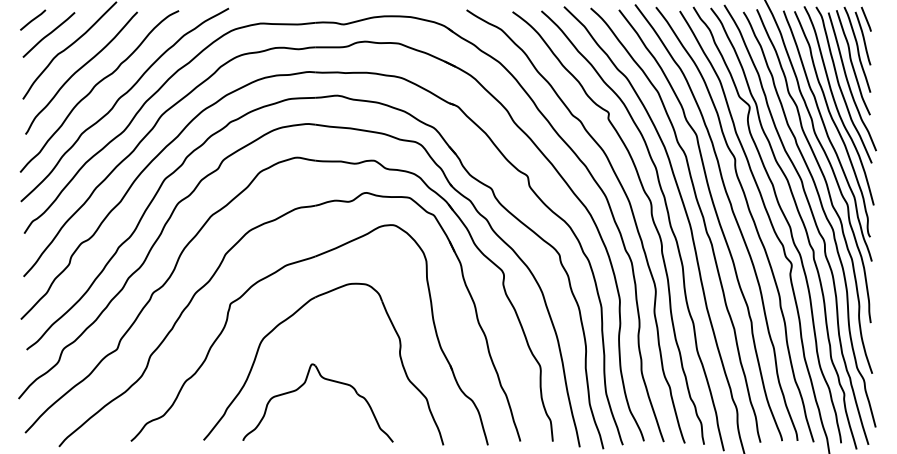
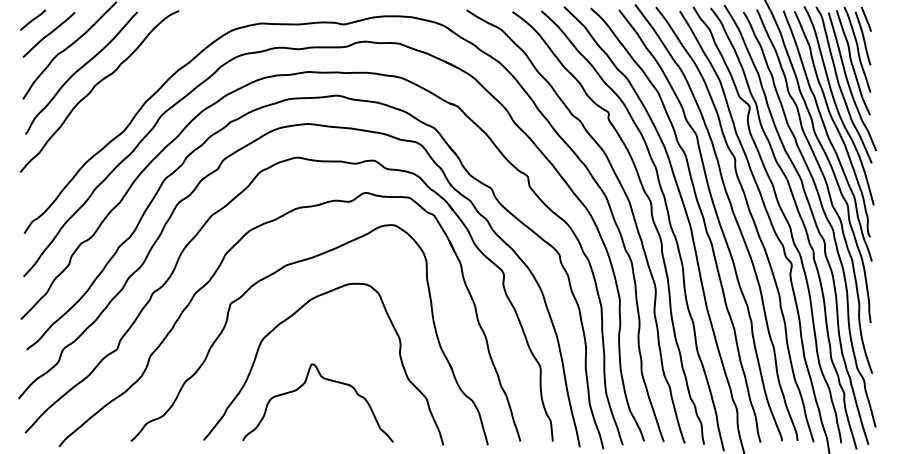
curve at (118, 101): present -> none
